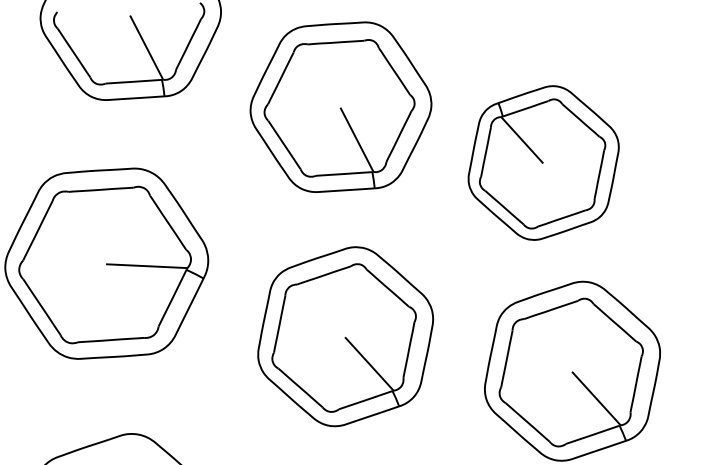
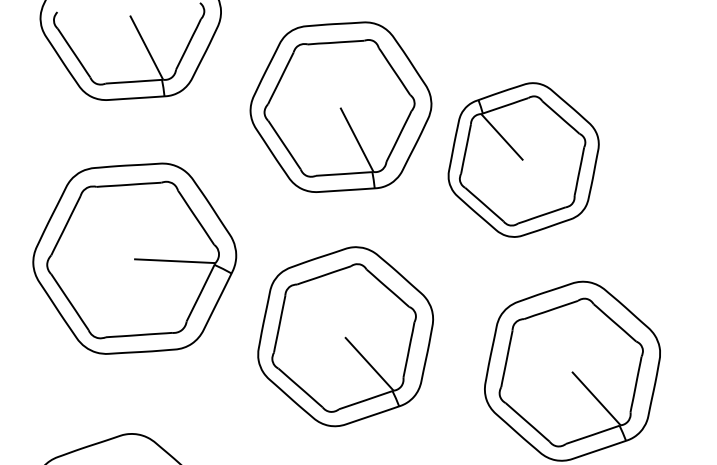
part at (543, 162) position: (543, 162) -> (523, 159)
part at (106, 263) position: (106, 263) -> (134, 258)
